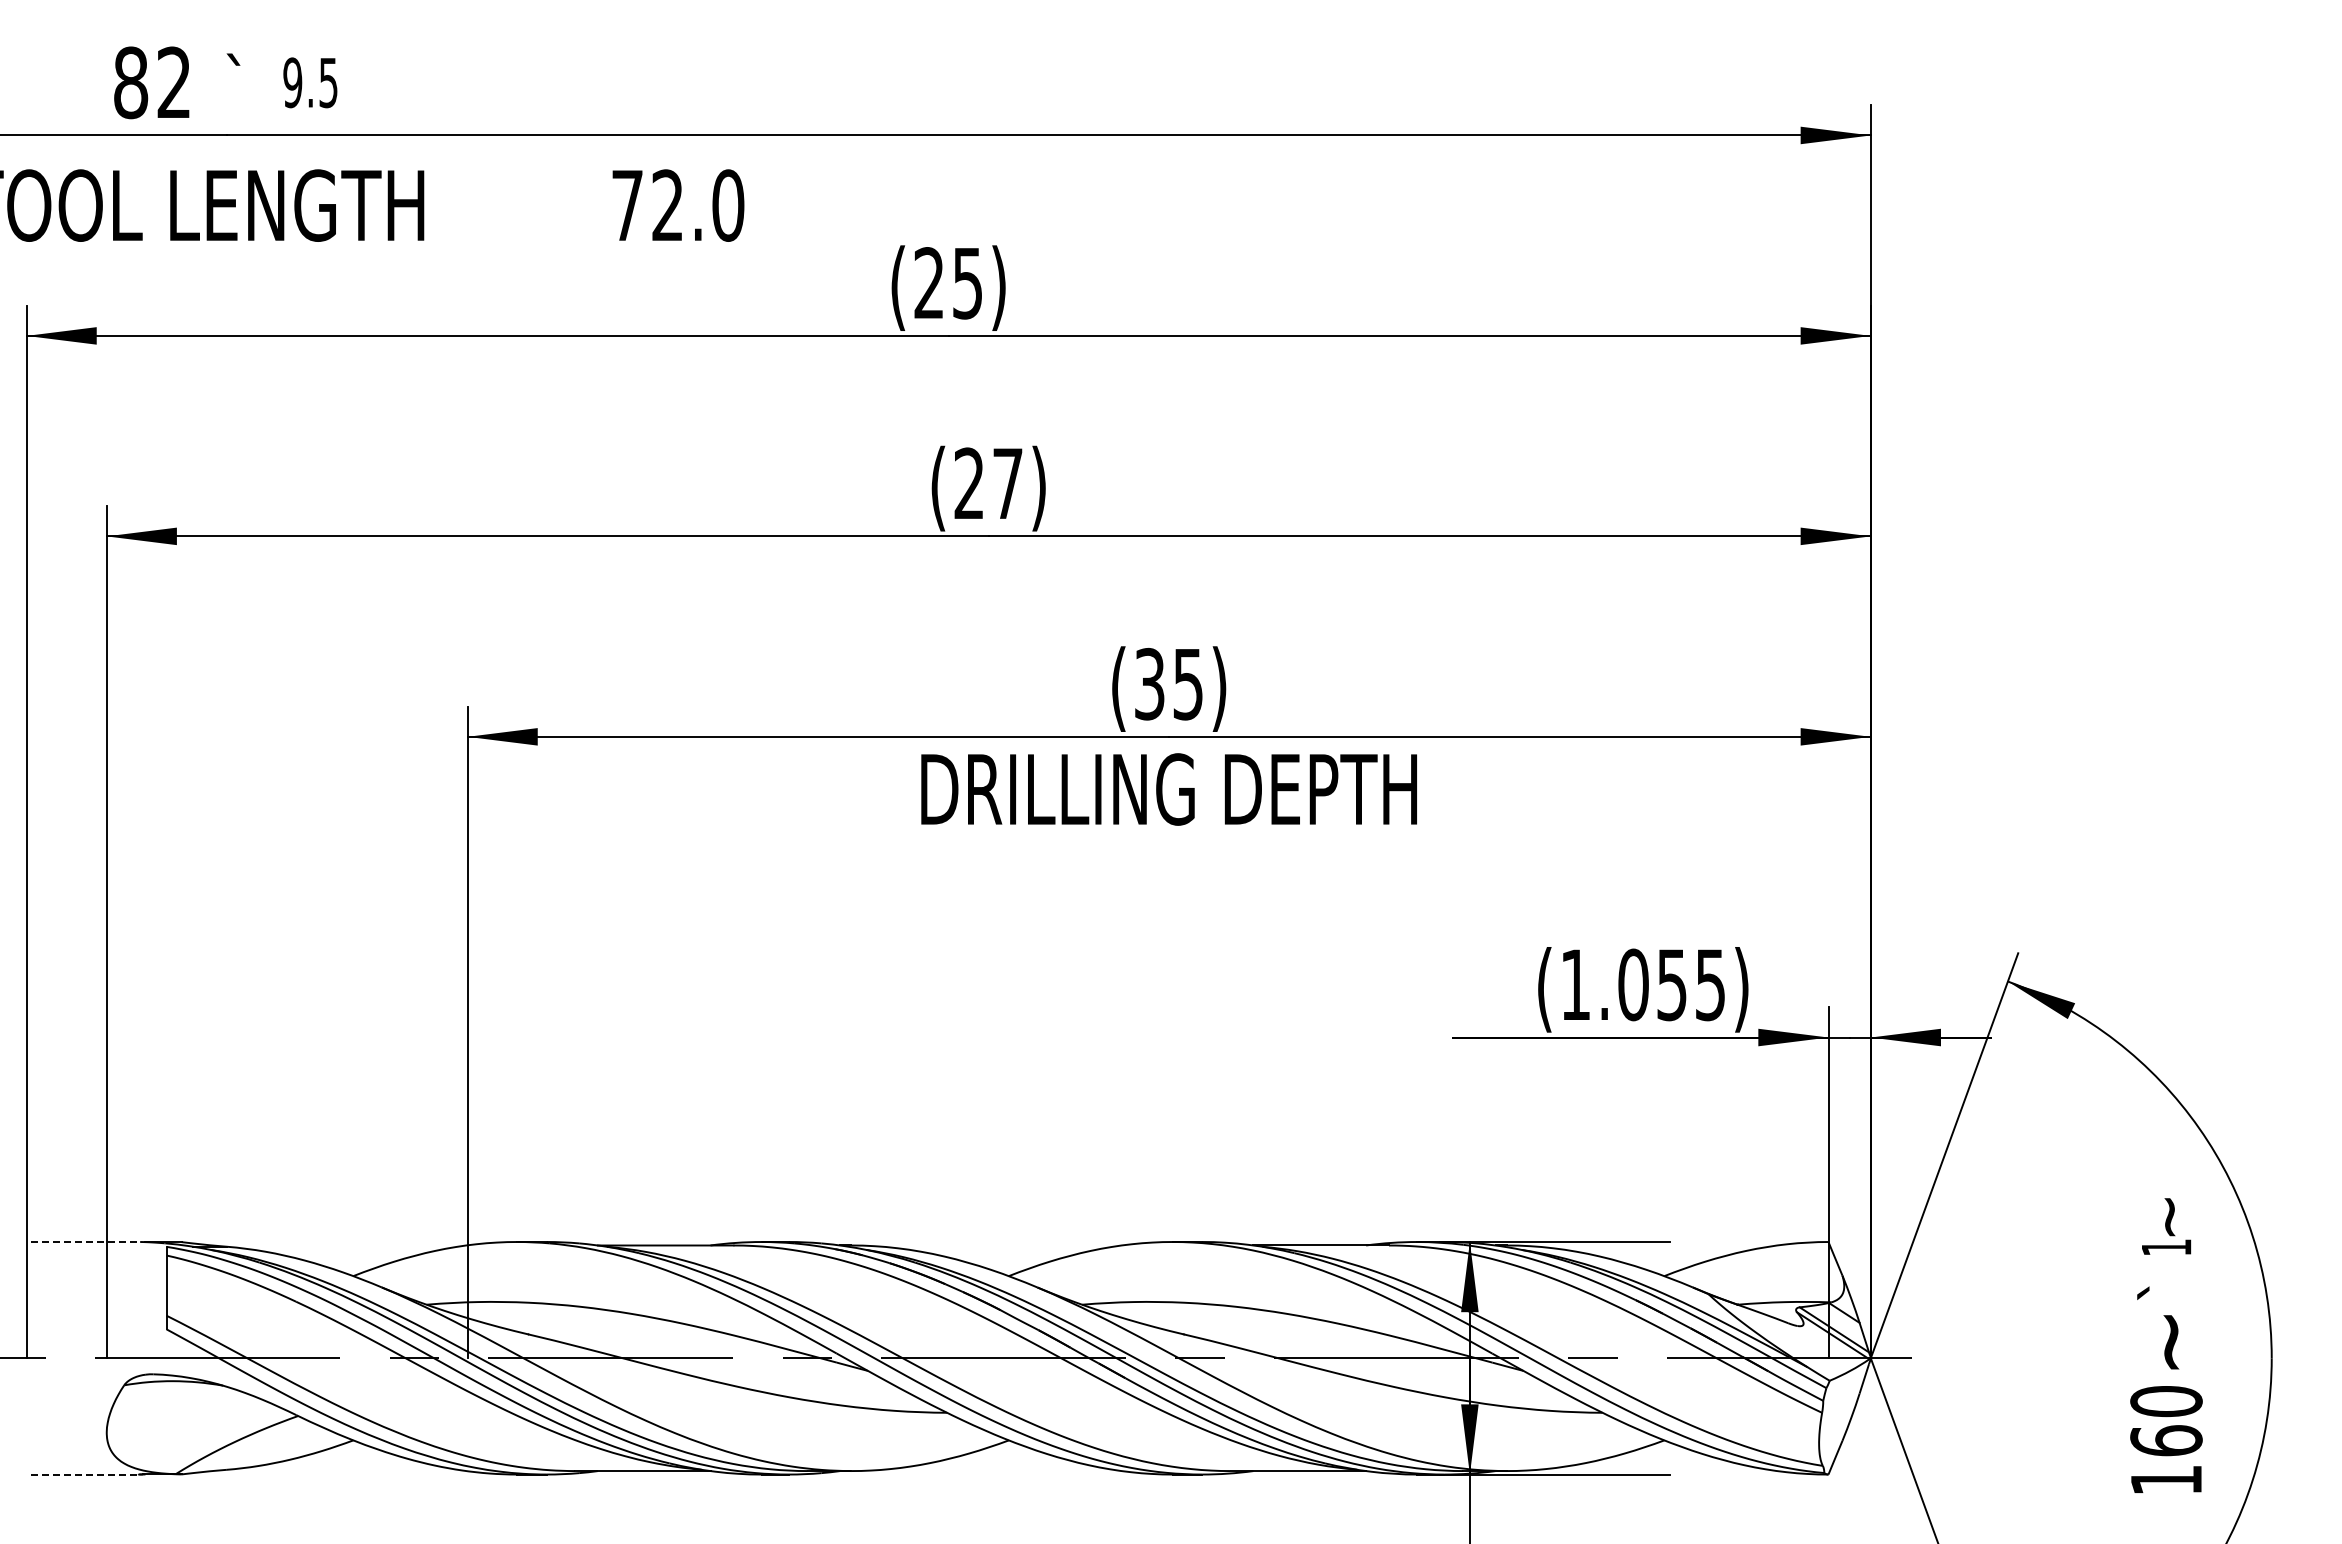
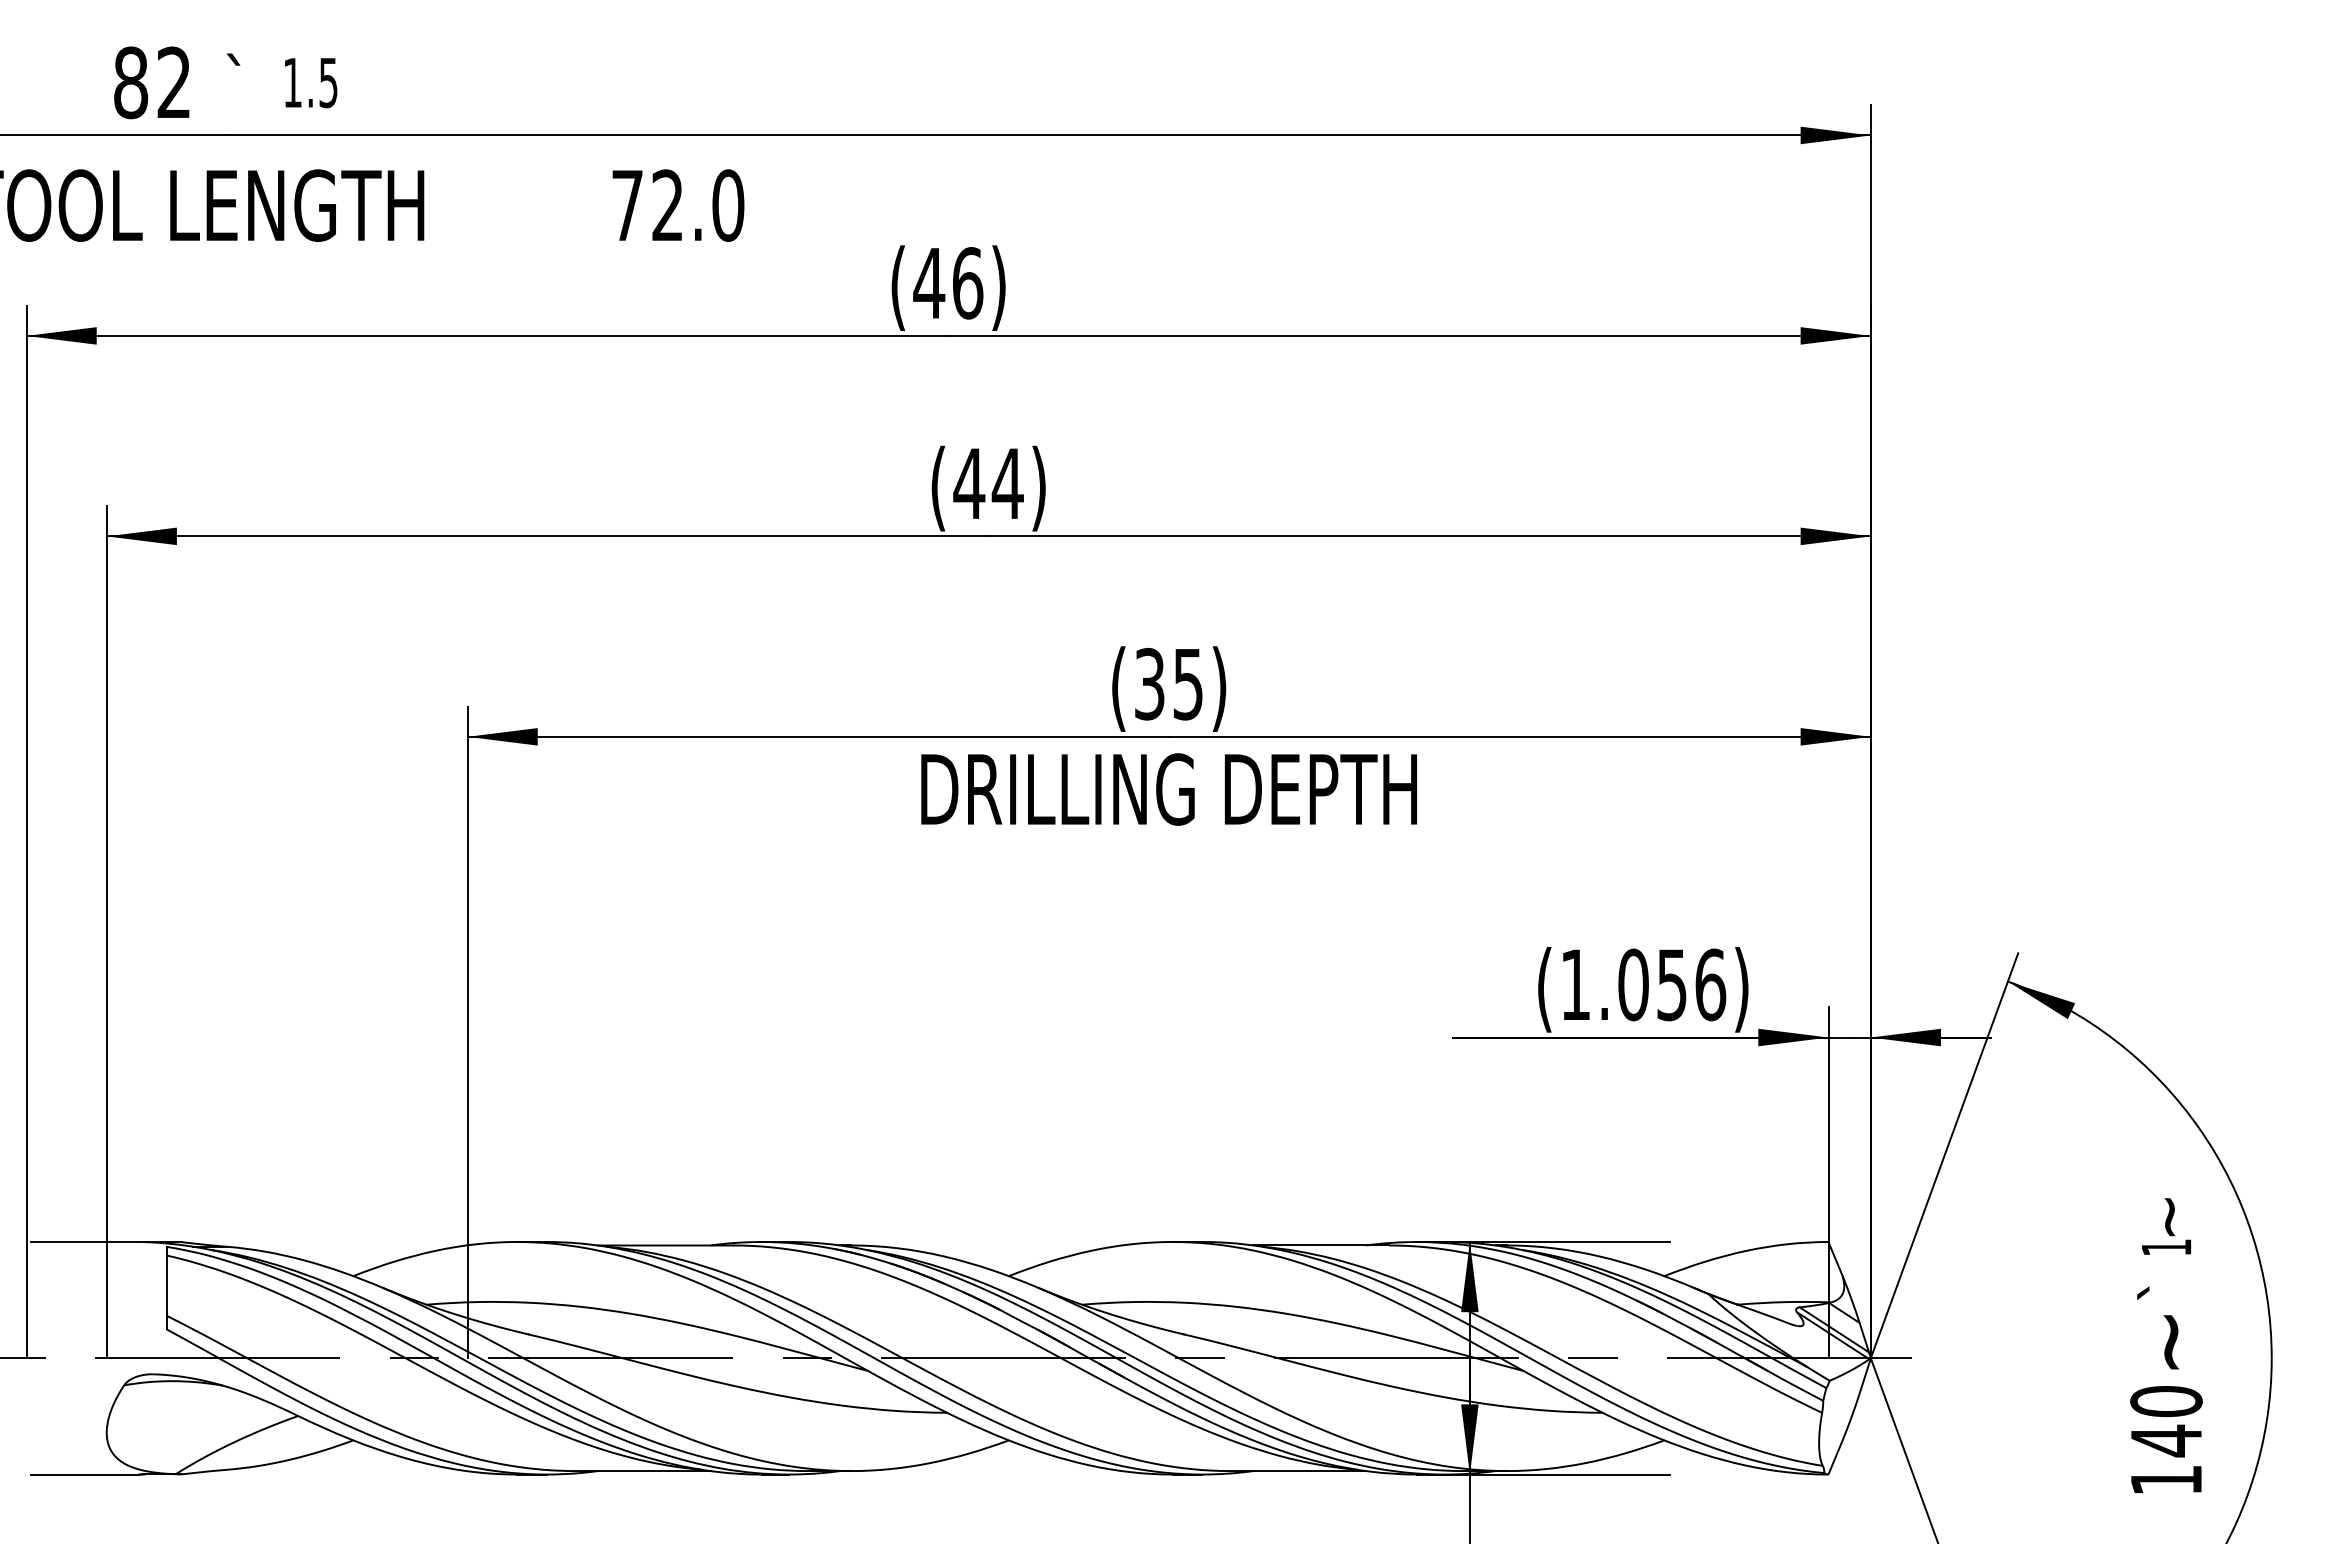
text at (292, 82): 9.5 -> 1.5
text at (948, 283): (25) -> (46)
text at (988, 482): (27) -> (44)
text at (1710, 984): (1.055) -> (1.056)
line at (85, 1242): dashed -> solid
text at (2166, 1440): 160 -> 140
line at (85, 1474): dashed -> solid
